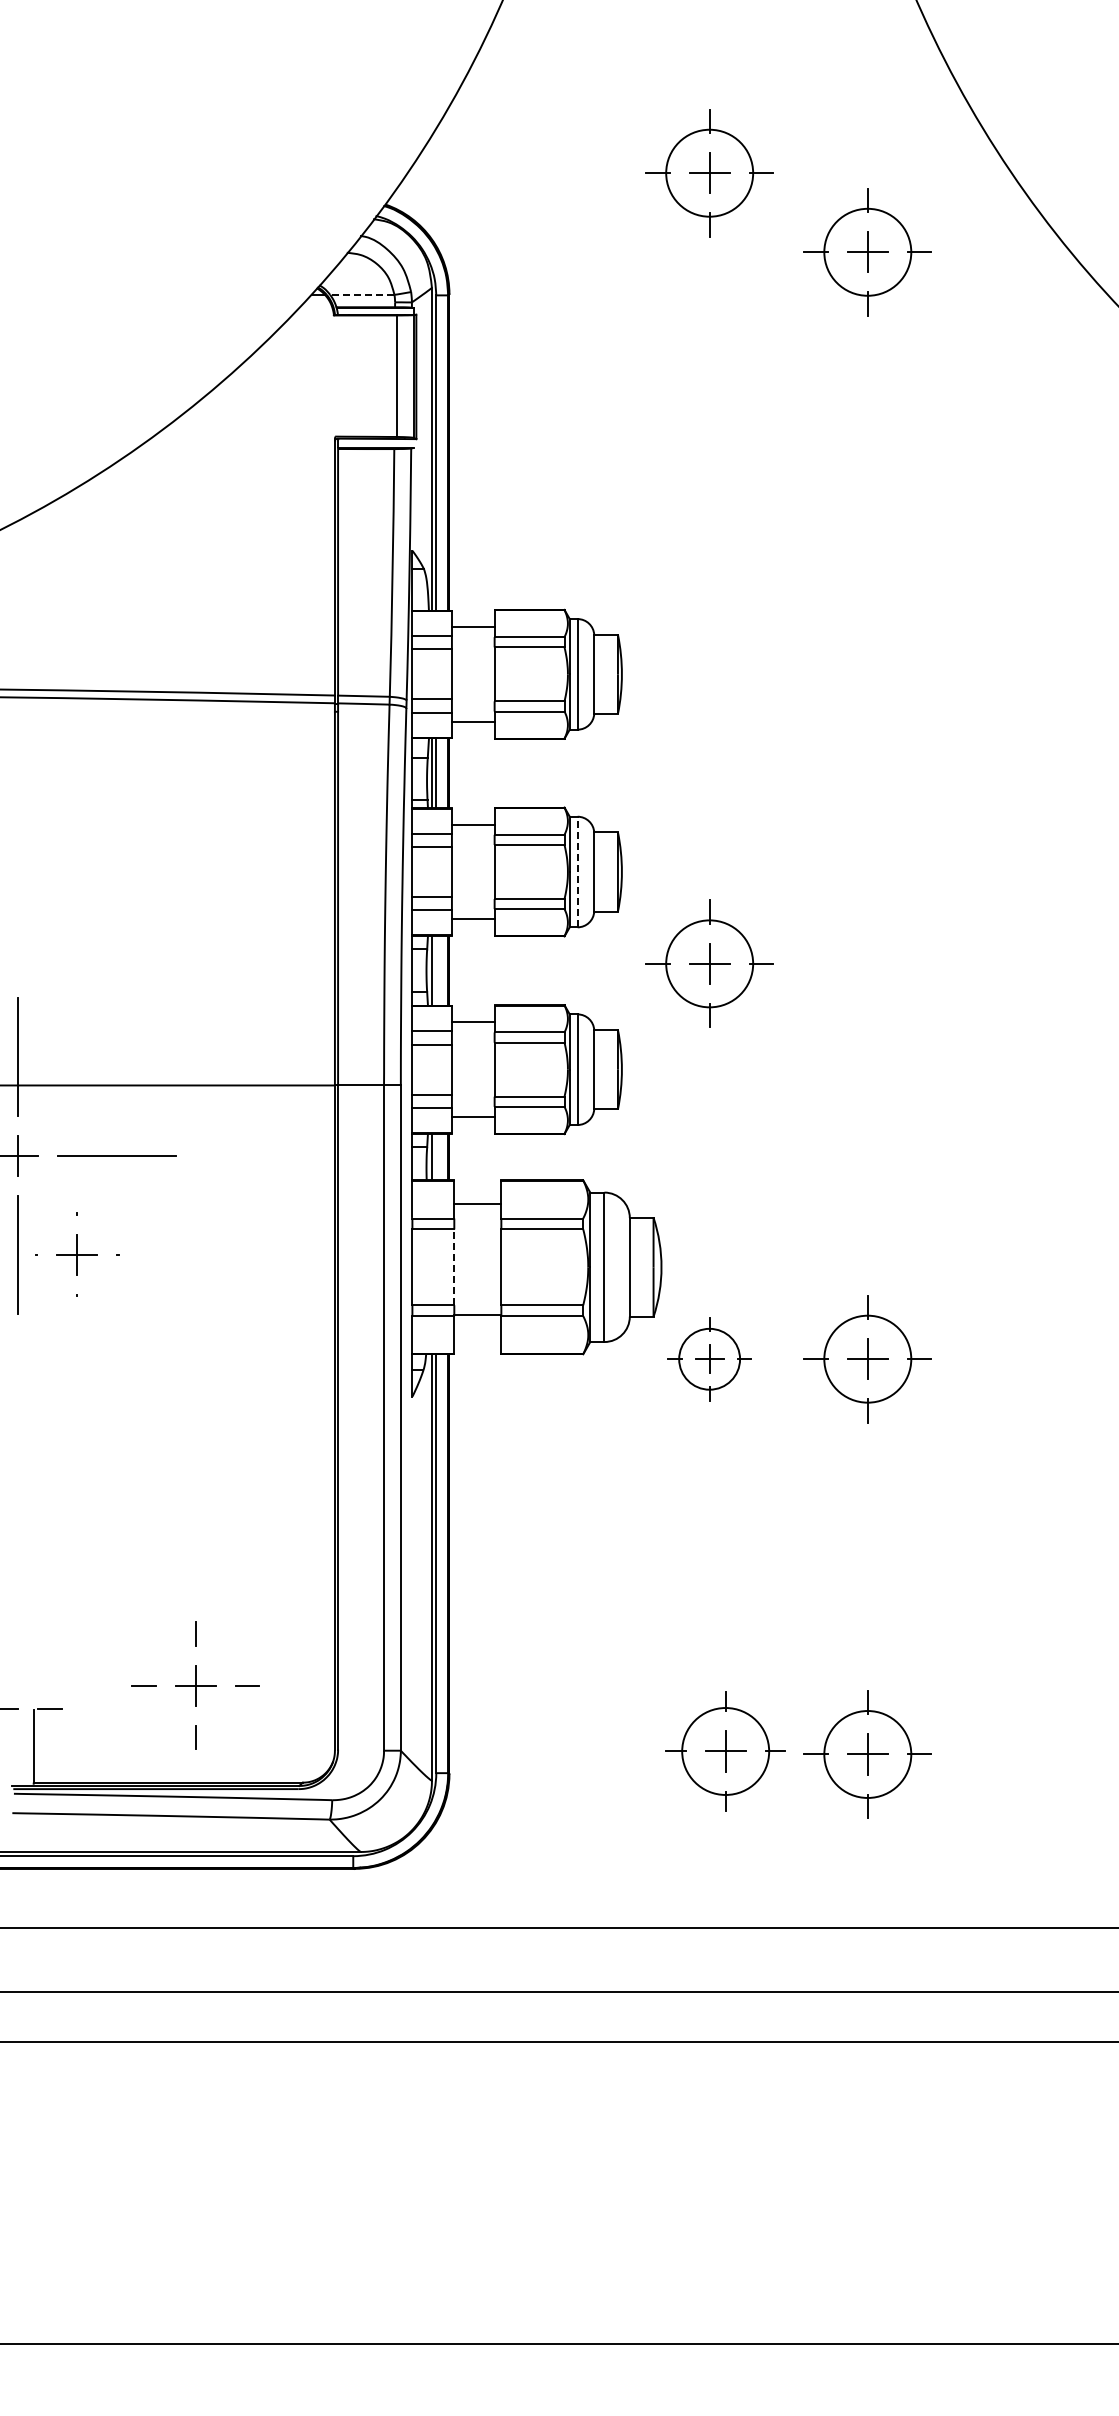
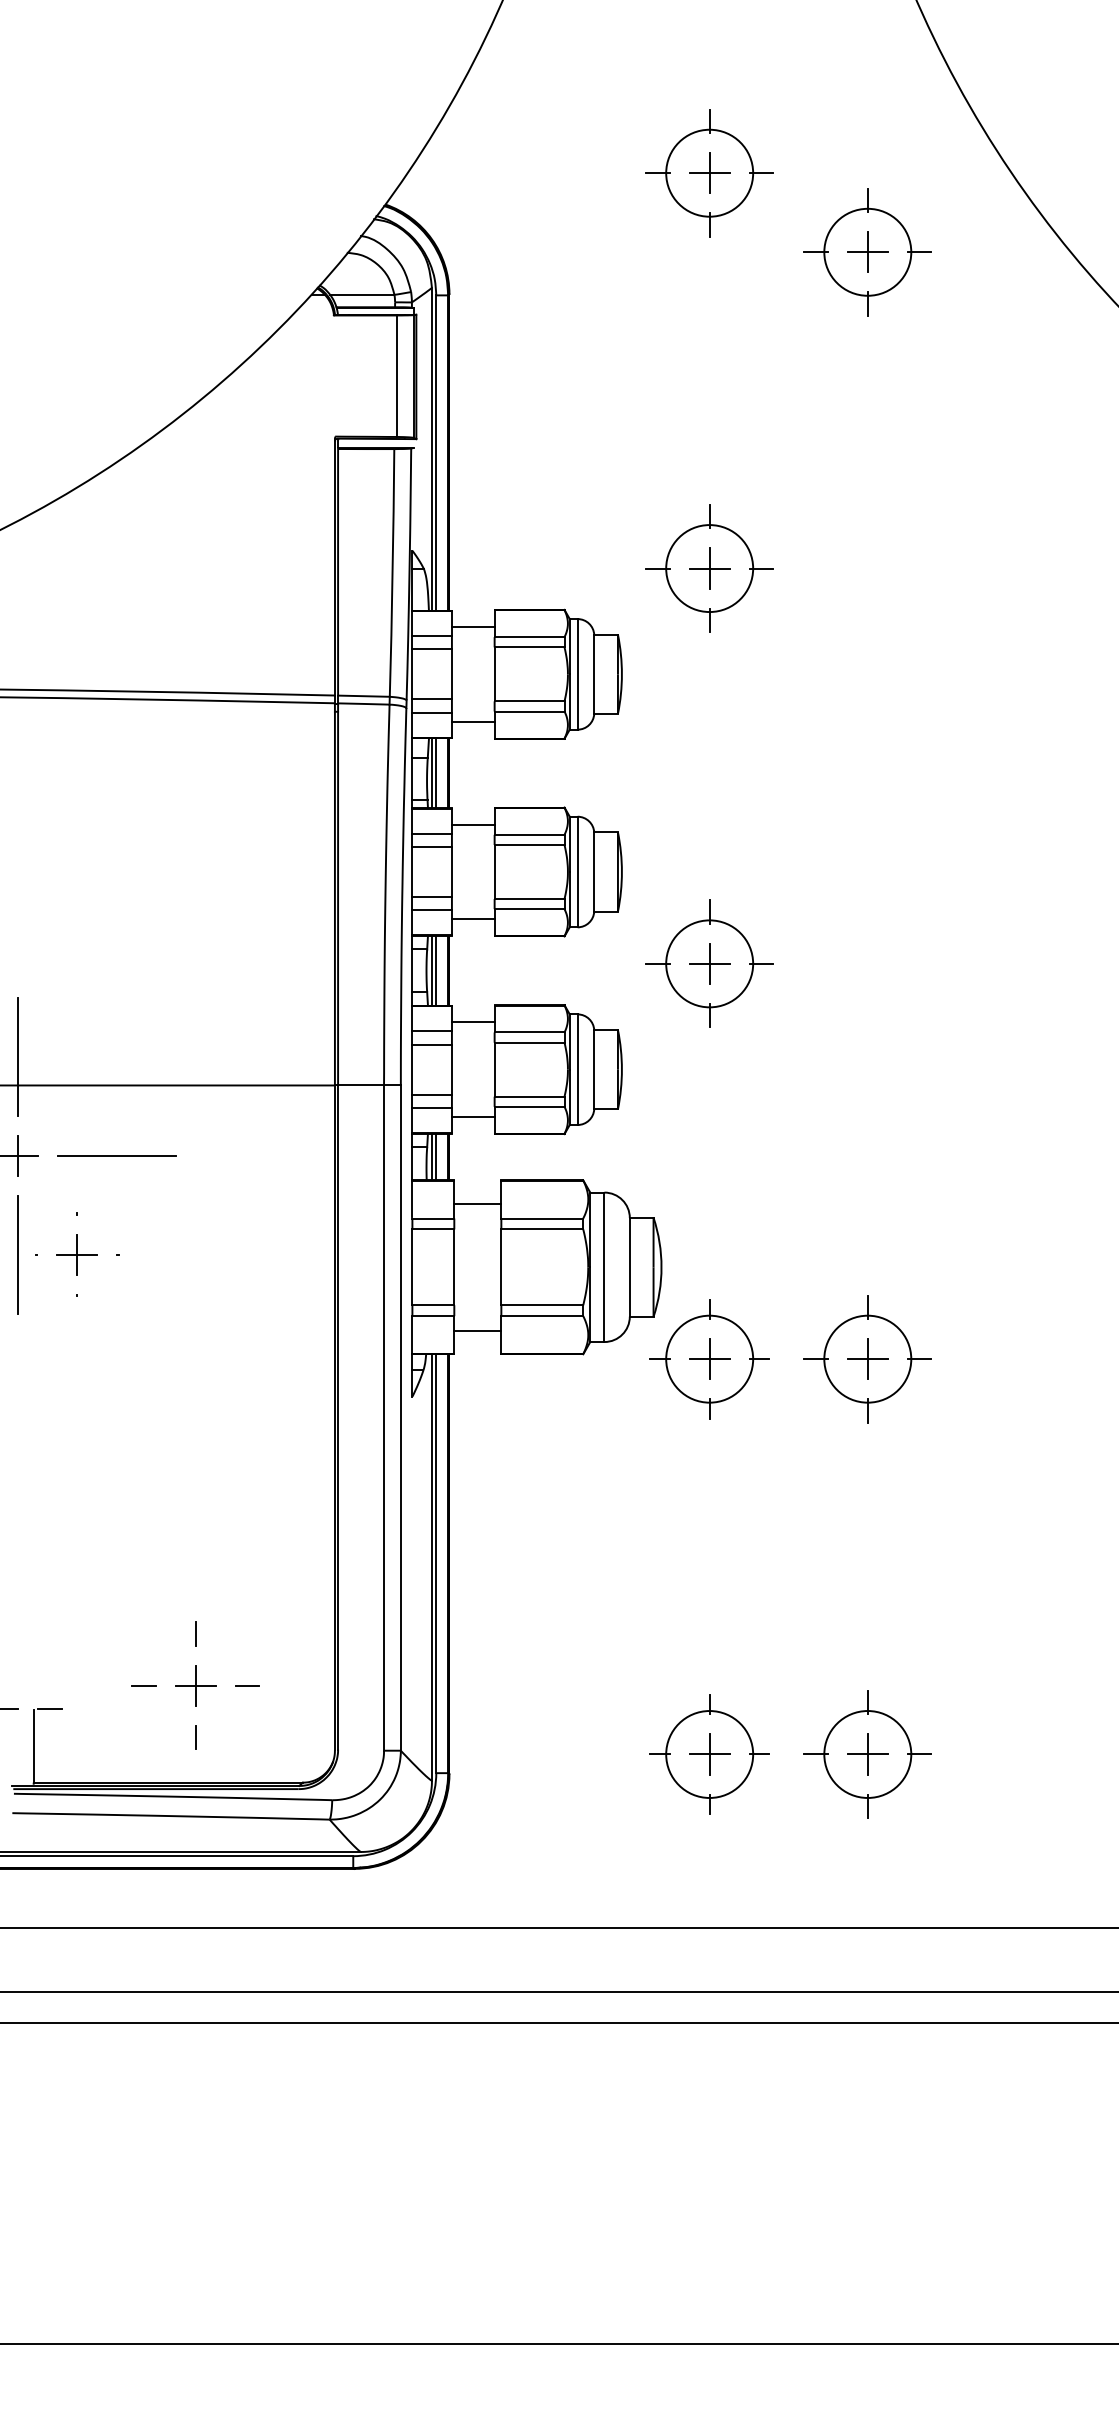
line at (361, 294): dashed -> solid
part at (709, 568): none -> present
line at (577, 871): dashed -> solid
line at (436, 970): none -> present
line at (436, 1156): none -> present
line at (454, 1267): dashed -> solid
line at (477, 1314) position: (477, 1314) -> (477, 1330)
part at (709, 1359) size: 85x85 px -> 121x121 px
part at (725, 1751) position: (725, 1751) -> (709, 1754)
line at (558, 2042) position: (558, 2042) -> (558, 2023)
